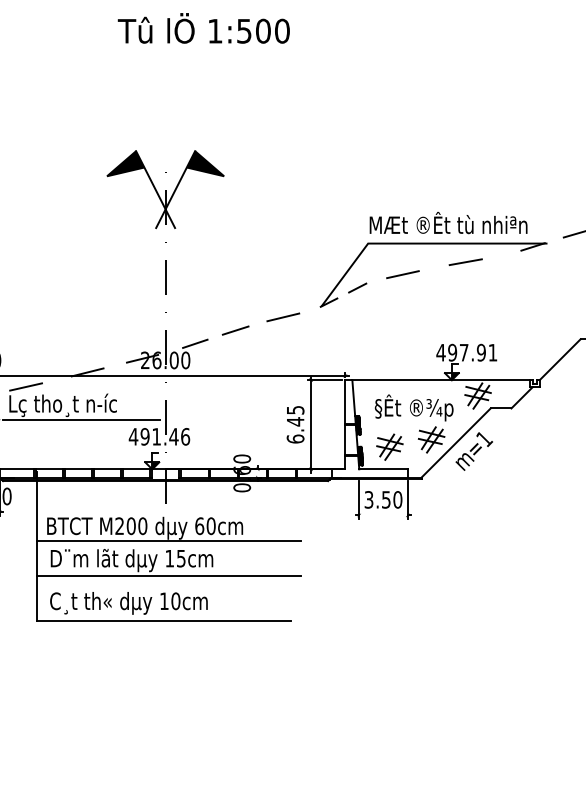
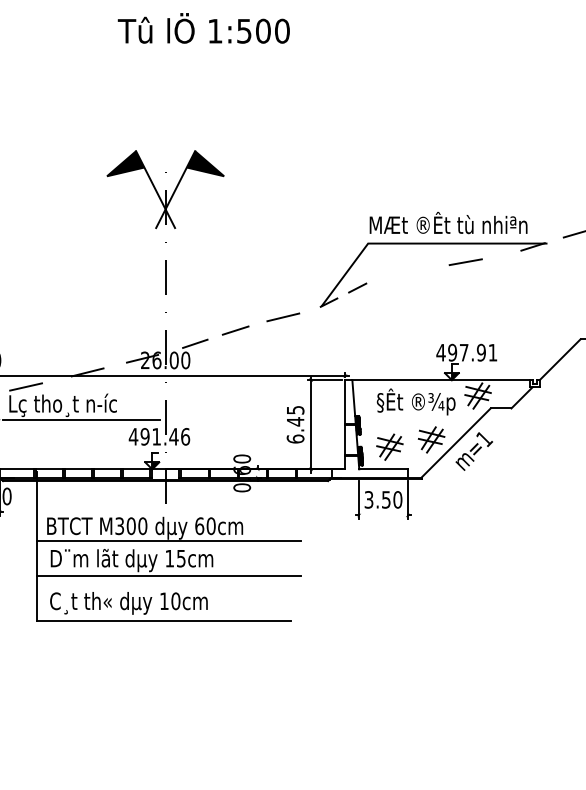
line at (402, 274): present -> none
text at (413, 407) position: (413, 407) -> (415, 401)
text at (119, 526): M200 -> M300
